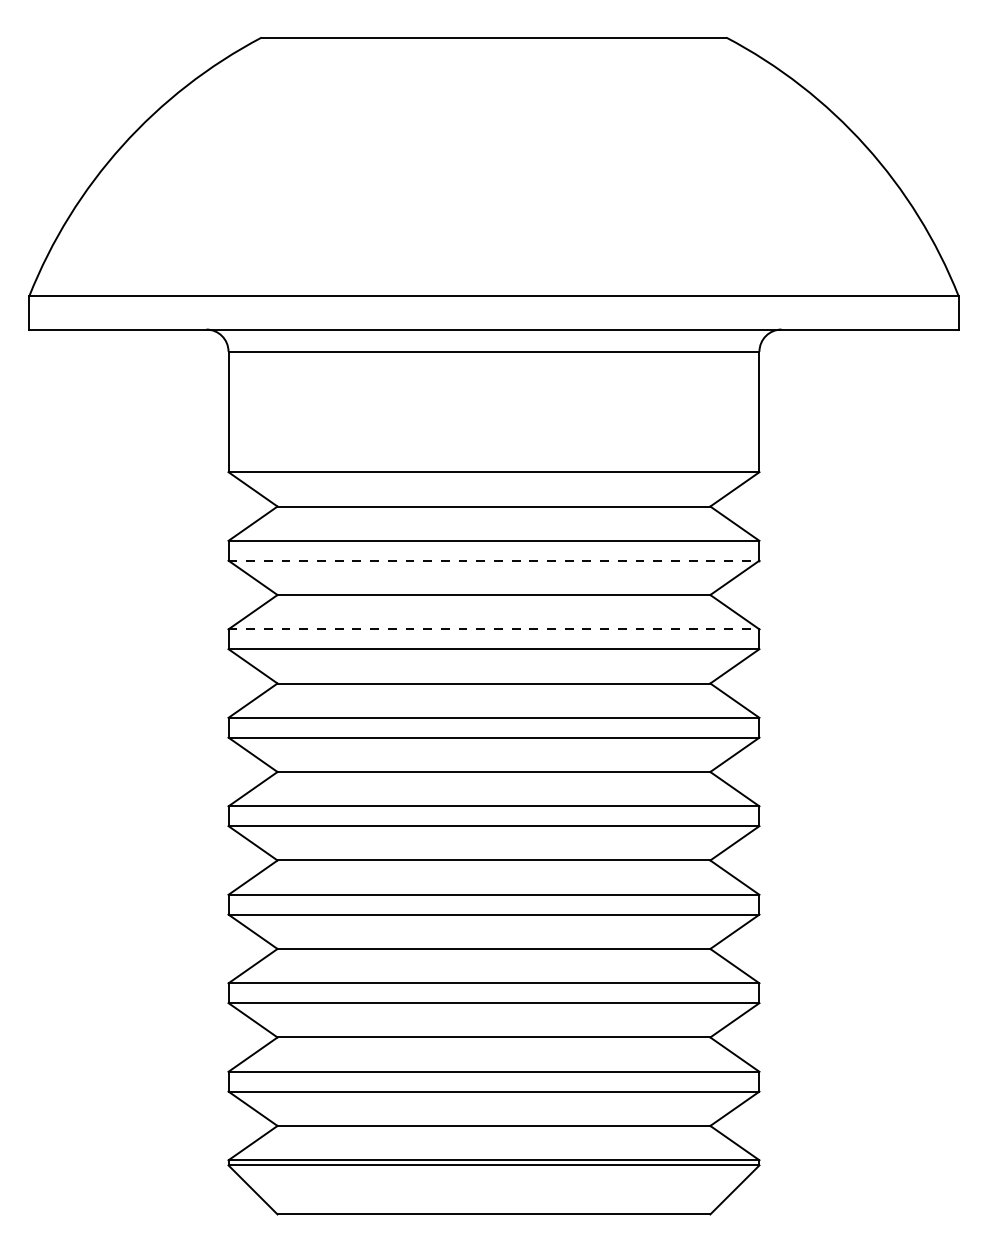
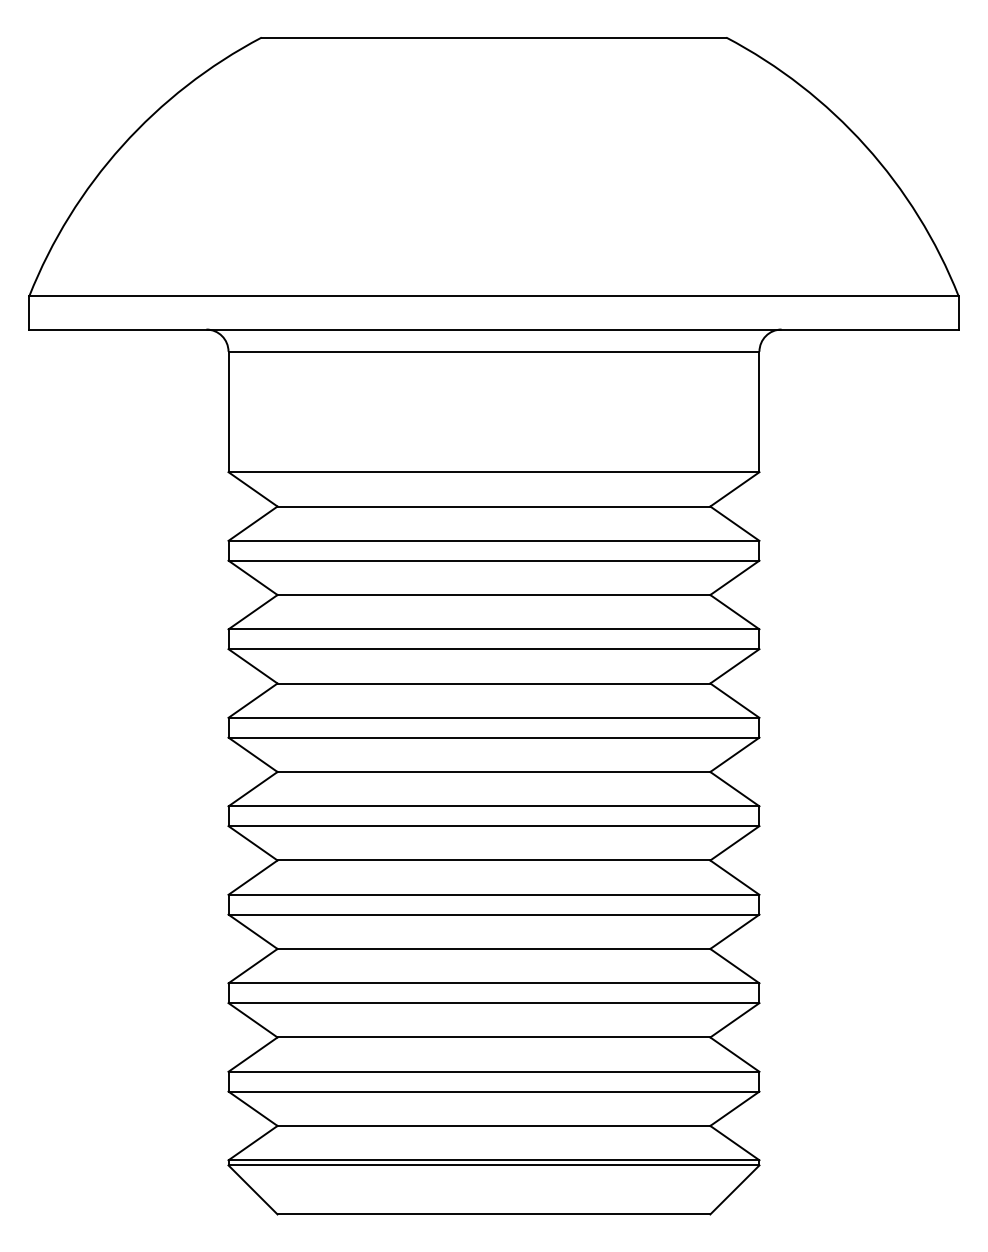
line at (494, 560): dashed -> solid
line at (494, 629): dashed -> solid
